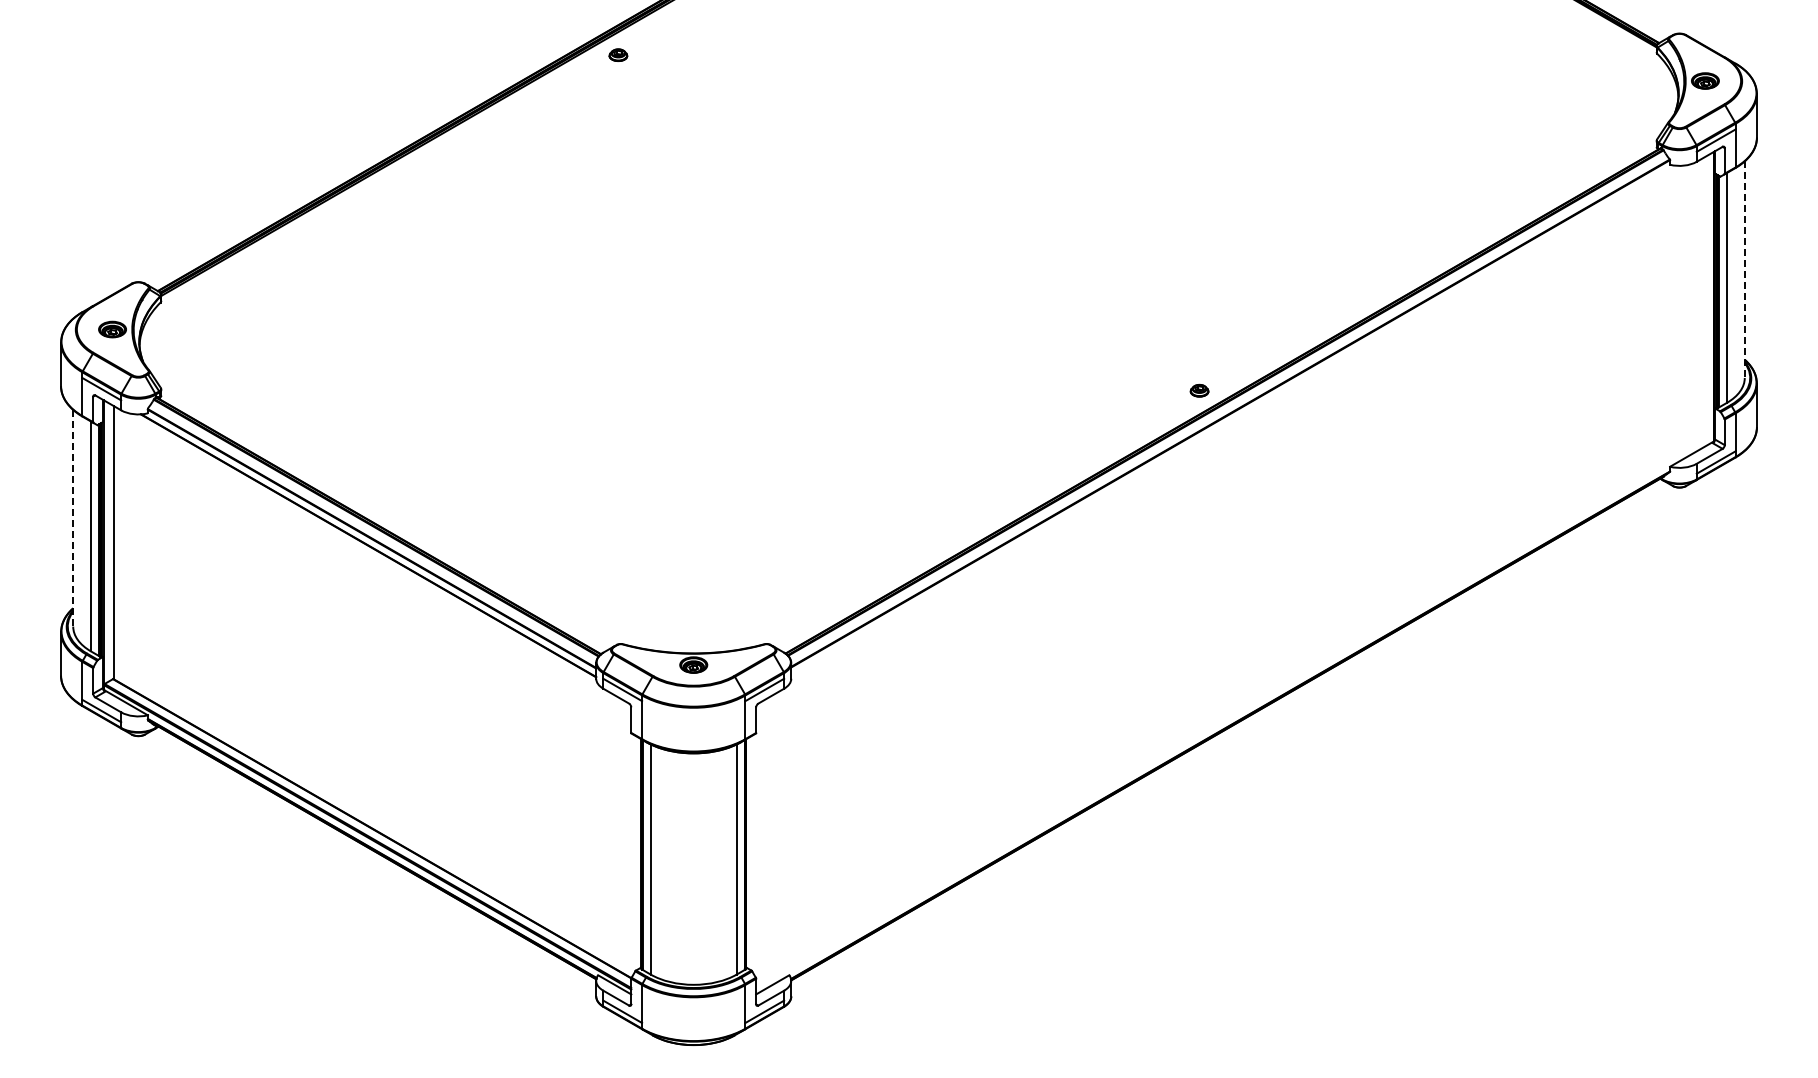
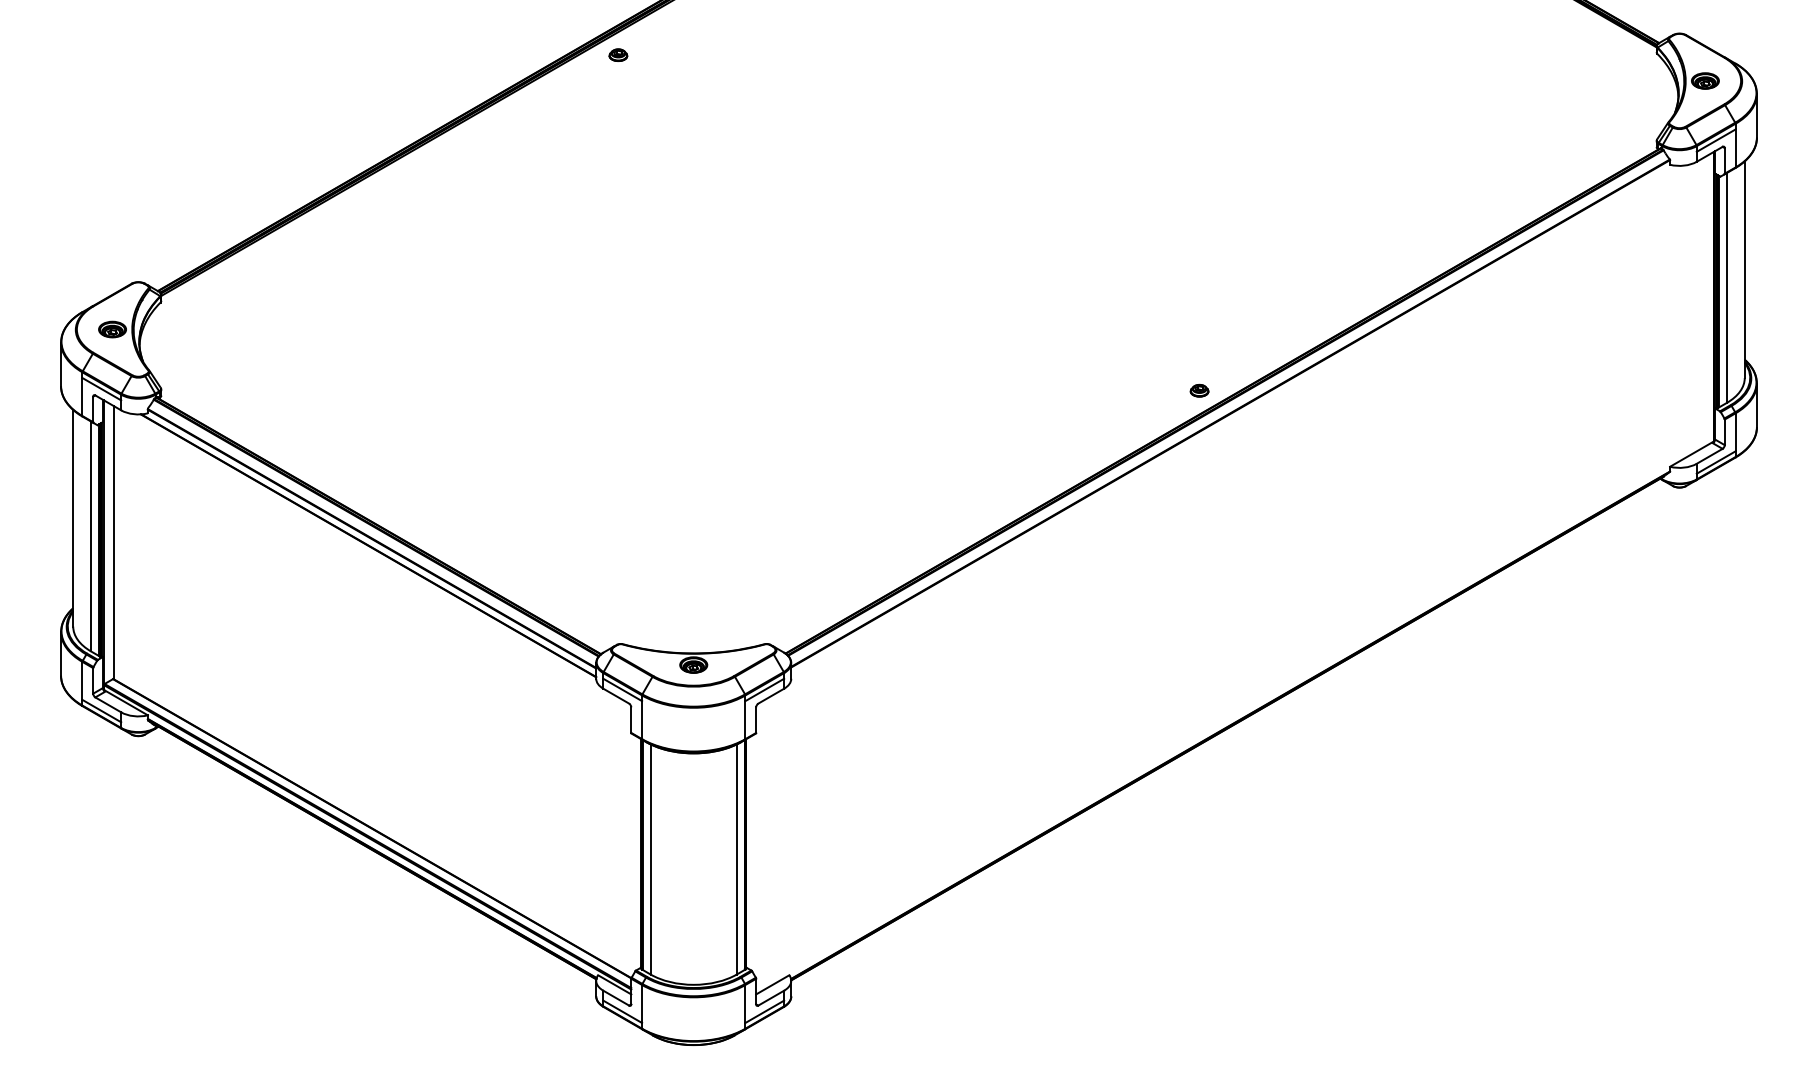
line at (1744, 270): dashed -> solid
line at (73, 518): dashed -> solid
